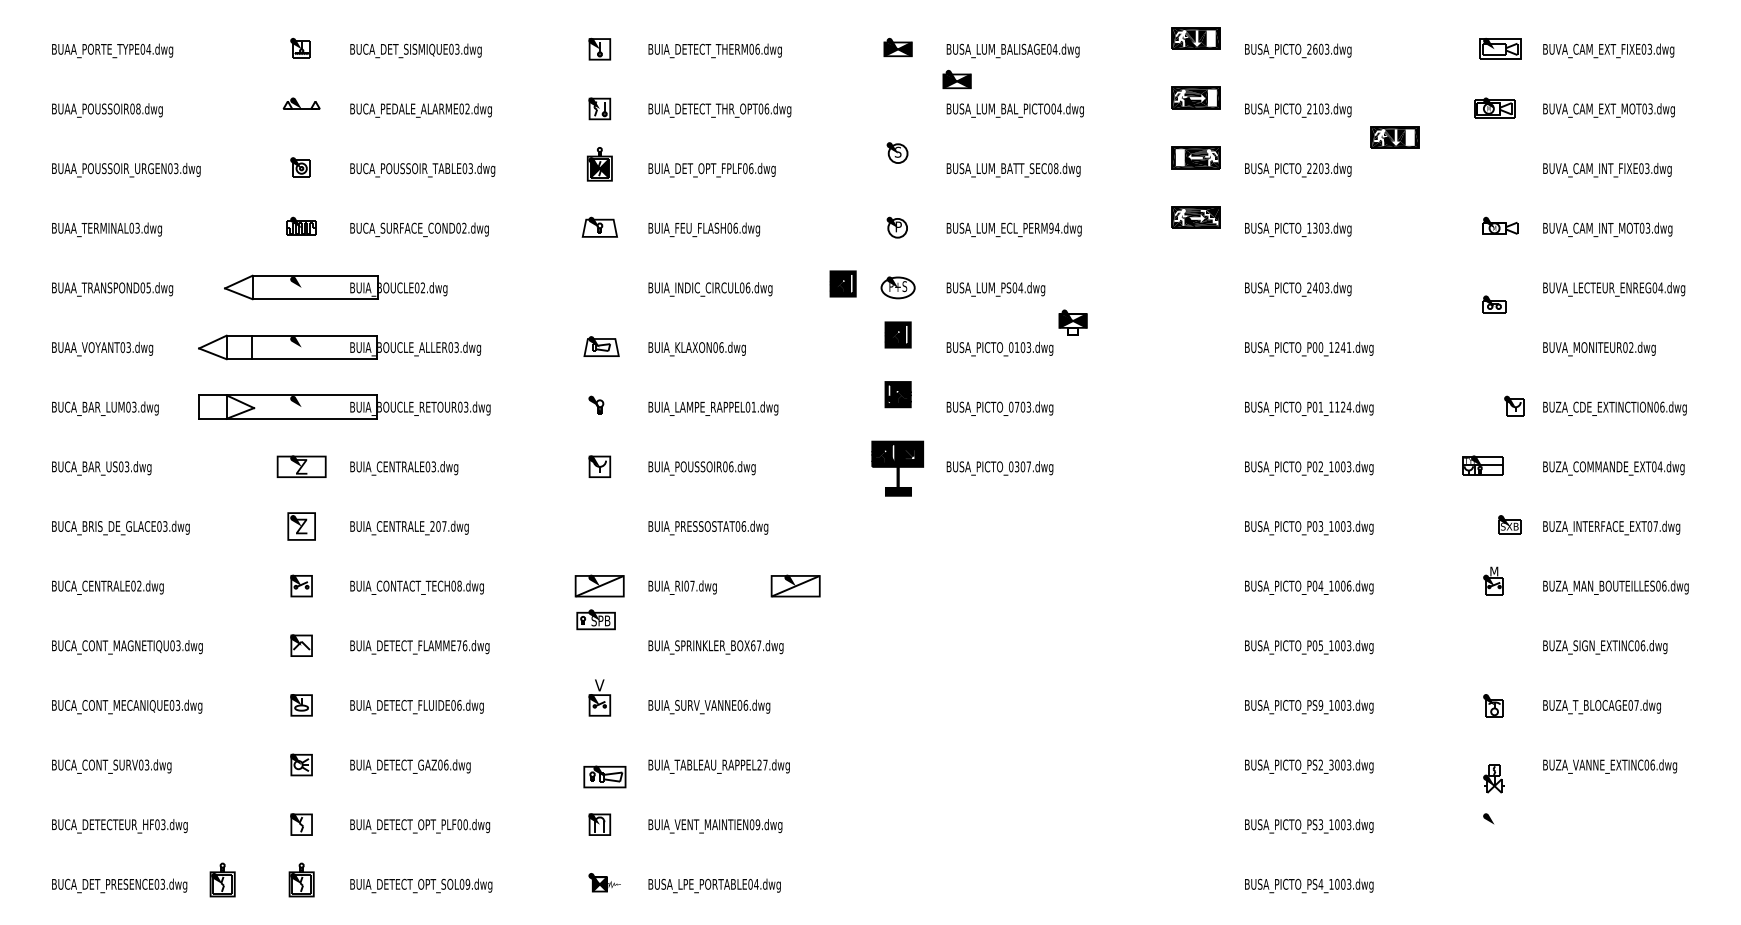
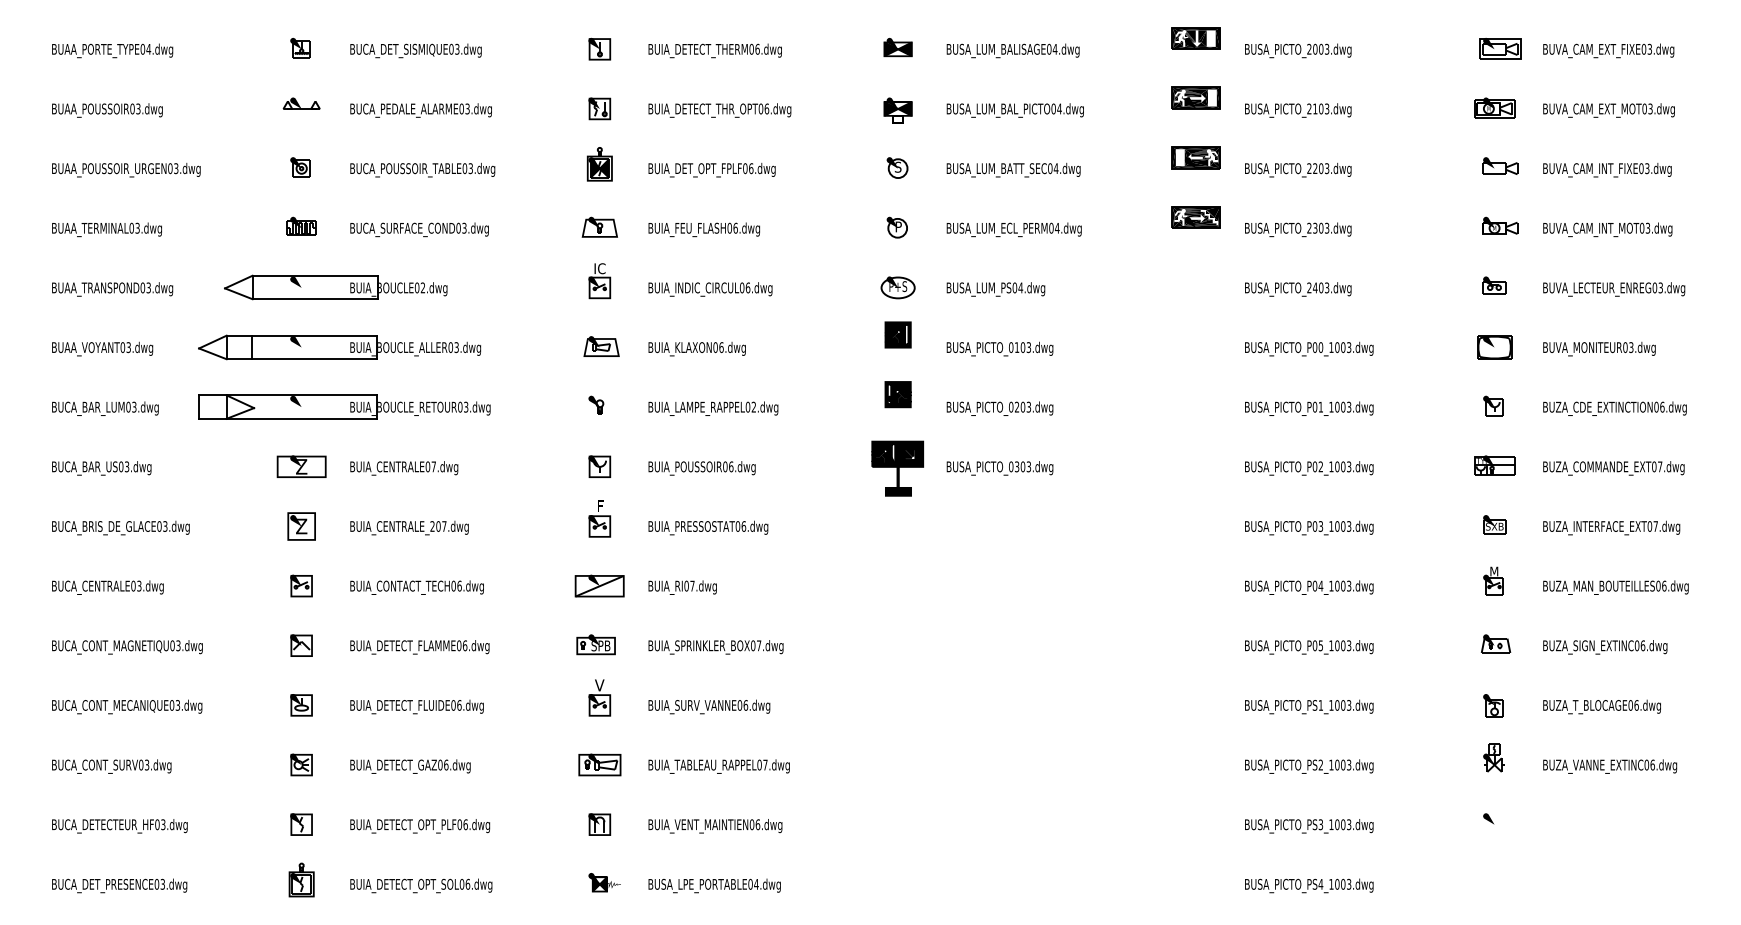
text at (1315, 48): BUSA_PICTO_2603.dwg -> BUSA_PICTO_2003.dwg
part at (956, 79): present -> none
text at (138, 108): BUAA_POUSSOIR08.dwg -> BUAA_POUSSOIR03.dwg
text at (467, 109): BUCA_PEDALE_ALARME02.dwg -> BUCA_PEDALE_ALARME03.dwg
part at (1394, 137): present -> none
part at (897, 152) position: (897, 152) -> (897, 167)
part at (1500, 165): none -> present
text at (1055, 168): BUSA_LUM_BATT_SEC08.dwg -> BUSA_LUM_BATT_SEC04.dwg
text at (1309, 227): BUSA_PICTO_1303.dwg -> BUSA_PICTO_2303.dwg
text at (464, 228): BUCA_SURFACE_COND02.dwg -> BUCA_SURFACE_COND03.dwg
text at (1051, 228): BUSA_LUM_ECL_PERM94.dwg -> BUSA_LUM_ECL_PERM04.dwg
part at (599, 281): none -> present
part at (842, 283): present -> none
text at (148, 287): BUAA_TRANSPOND05.dwg -> BUAA_TRANSPOND03.dwg
text at (1660, 287): BUVA_LECTEUR_ENREG04.dwg -> BUVA_LECTEUR_ENREG03.dwg
part at (1494, 304) position: (1494, 304) -> (1494, 285)
part at (1072, 322) position: (1072, 322) -> (897, 110)
text at (1343, 347): BUSA_PICTO_P00_1241.dwg -> BUSA_PICTO_P00_1003.dwg
part at (1494, 347): none -> present
text at (1631, 347): BUVA_MONITEUR02.dwg -> BUVA_MONITEUR03.dwg
part at (1514, 405) position: (1514, 405) -> (1493, 405)
text at (753, 406): BUIA_LAMPE_RAPPEL01.dwg -> BUIA_LAMPE_RAPPEL02.dwg
text at (1017, 406): BUSA_PICTO_0703.dwg -> BUSA_PICTO_0203.dwg
text at (1343, 406): BUSA_PICTO_P01_1124.dwg -> BUSA_PICTO_P01_1003.dwg
part at (1482, 465) position: (1482, 465) -> (1494, 465)
text at (433, 466): BUIA_CENTRALE03.dwg -> BUIA_CENTRALE07.dwg
text at (1028, 466): BUSA_PICTO_0307.dwg -> BUSA_PICTO_0303.dwg
text at (1659, 466): BUZA_COMMANDE_EXT04.dwg -> BUZA_COMMANDE_EXT07.dwg
part at (599, 518): none -> present
part at (1509, 524) position: (1509, 524) -> (1494, 524)
text at (459, 585): BUIA_CONTACT_TECH08.dwg -> BUIA_CONTACT_TECH06.dwg
part at (795, 585): present -> none
text at (1349, 585): BUSA_PICTO_P04_1006.dwg -> BUSA_PICTO_P04_1003.dwg
text at (139, 586): BUCA_CENTRALE02.dwg -> BUCA_CENTRALE03.dwg
part at (595, 619) position: (595, 619) -> (595, 644)
part at (1496, 643): none -> present
text at (459, 645): BUIA_DETECT_FLAMME76.dwg -> BUIA_DETECT_FLAMME06.dwg
text at (753, 645): BUIA_SPRINKLER_BOX67.dwg -> BUIA_SPRINKLER_BOX07.dwg
text at (1320, 705): BUSA_PICTO_PS9_1003.dwg -> BUSA_PICTO_PS1_1003.dwg
text at (1636, 705): BUZA_T_BLOCAGE07.dwg -> BUZA_T_BLOCAGE06.dwg
text at (759, 764): BUIA_TABLEAU_RAPPEL27.dwg -> BUIA_TABLEAU_RAPPEL07.dwg
text at (1331, 764): BUSA_PICTO_PS2_3003.dwg -> BUSA_PICTO_PS2_1003.dwg
part at (604, 776) position: (604, 776) -> (599, 764)
part at (1493, 778) position: (1493, 778) -> (1493, 757)
text at (465, 824): BUIA_DETECT_OPT_PLF00.dwg -> BUIA_DETECT_OPT_PLF06.dwg
text at (757, 824): BUIA_VENT_MAINTIEN09.dwg -> BUIA_VENT_MAINTIEN06.dwg
part at (222, 879): present -> none
text at (467, 884): BUIA_DETECT_OPT_SOL09.dwg -> BUIA_DETECT_OPT_SOL06.dwg
